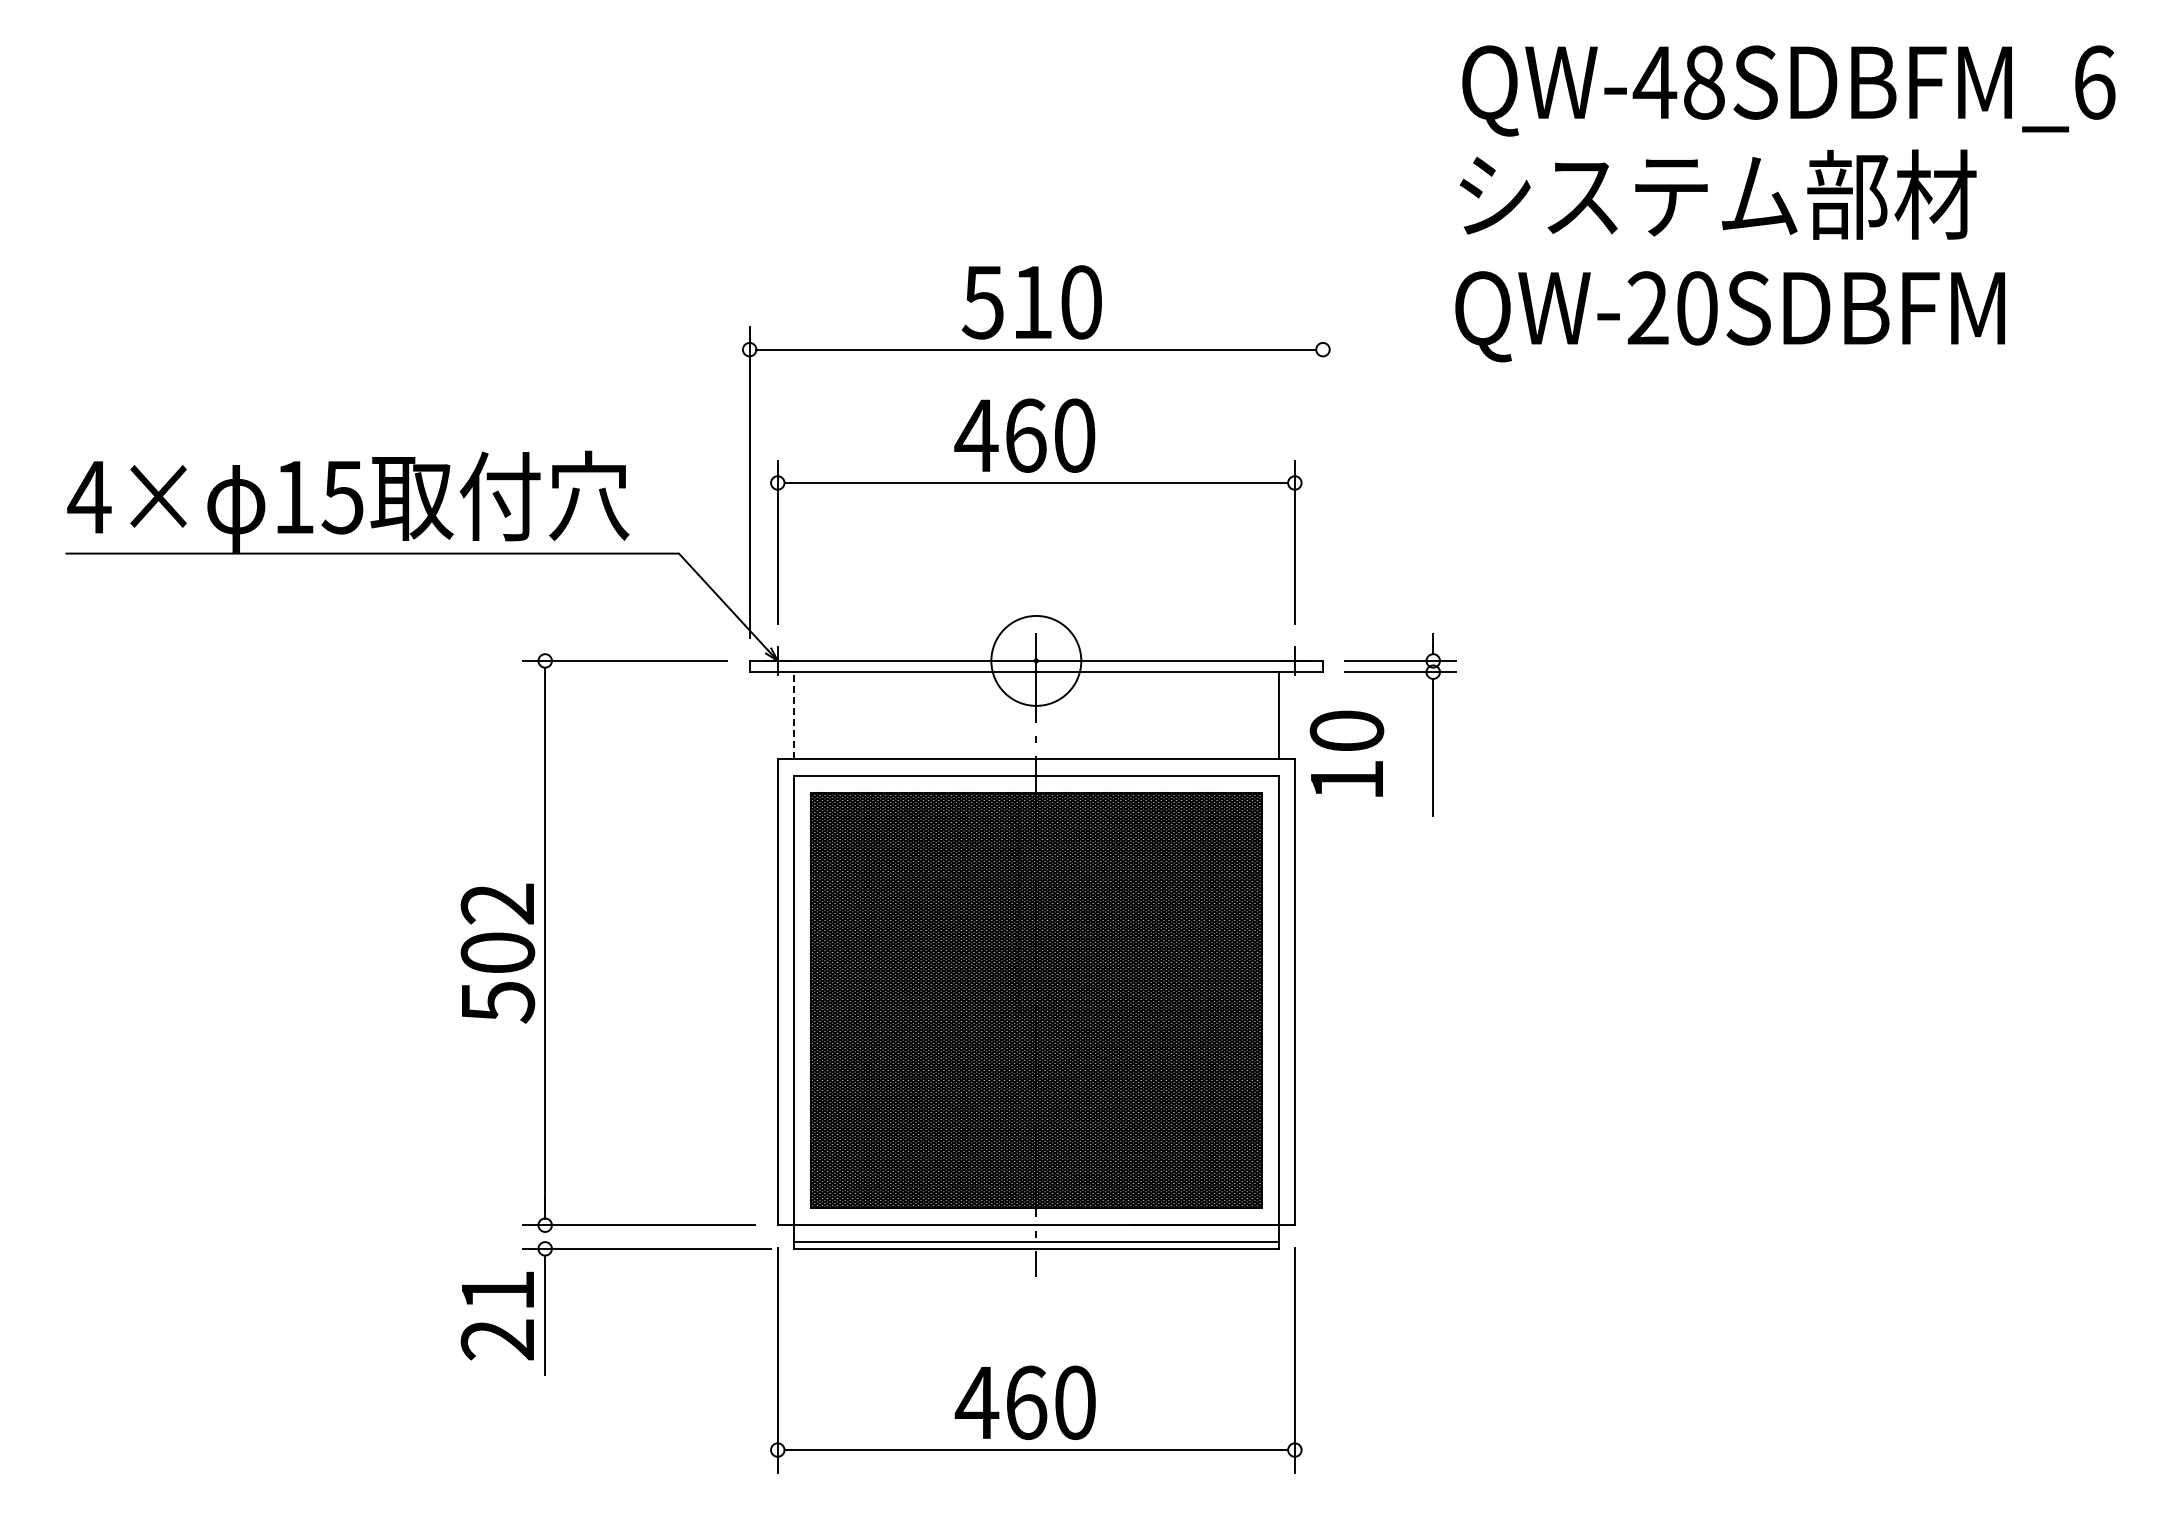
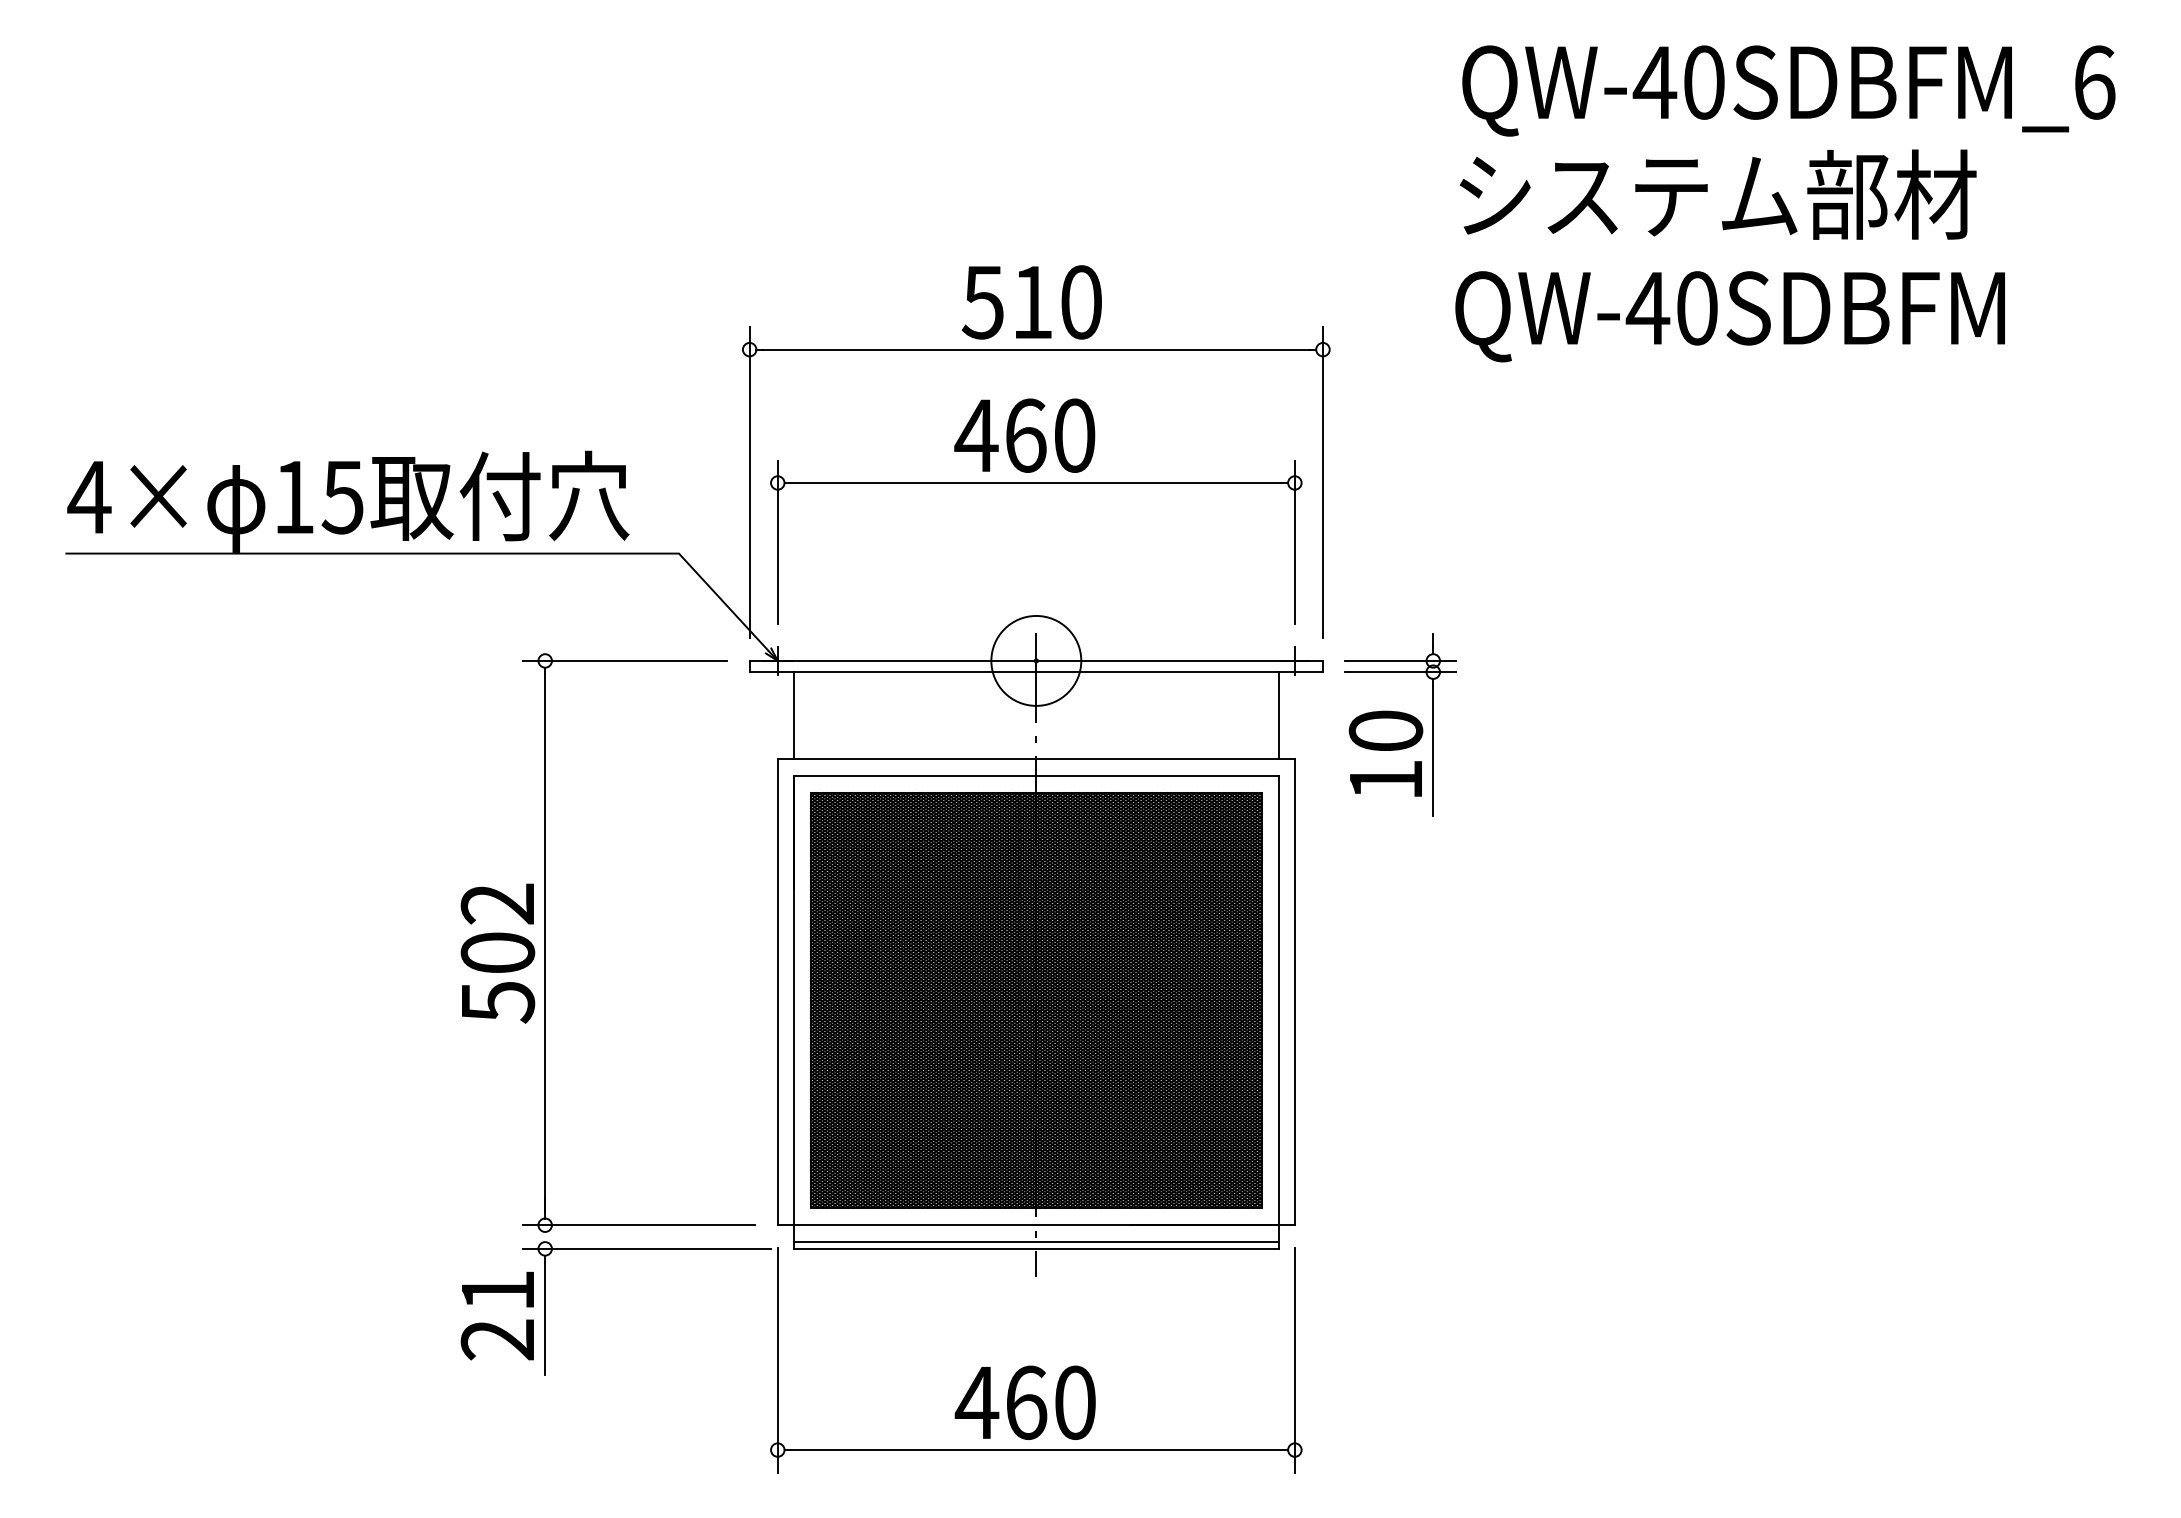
text at (1704, 82): QW-48SDBFM_6 -> QW-40SDBFM_6
text at (1647, 307): QW-20SDBFM -> QW-40SDBFM
line at (1322, 482): none -> present
line at (793, 714): dashed -> solid
text at (1346, 753) position: (1346, 753) -> (1385, 753)
